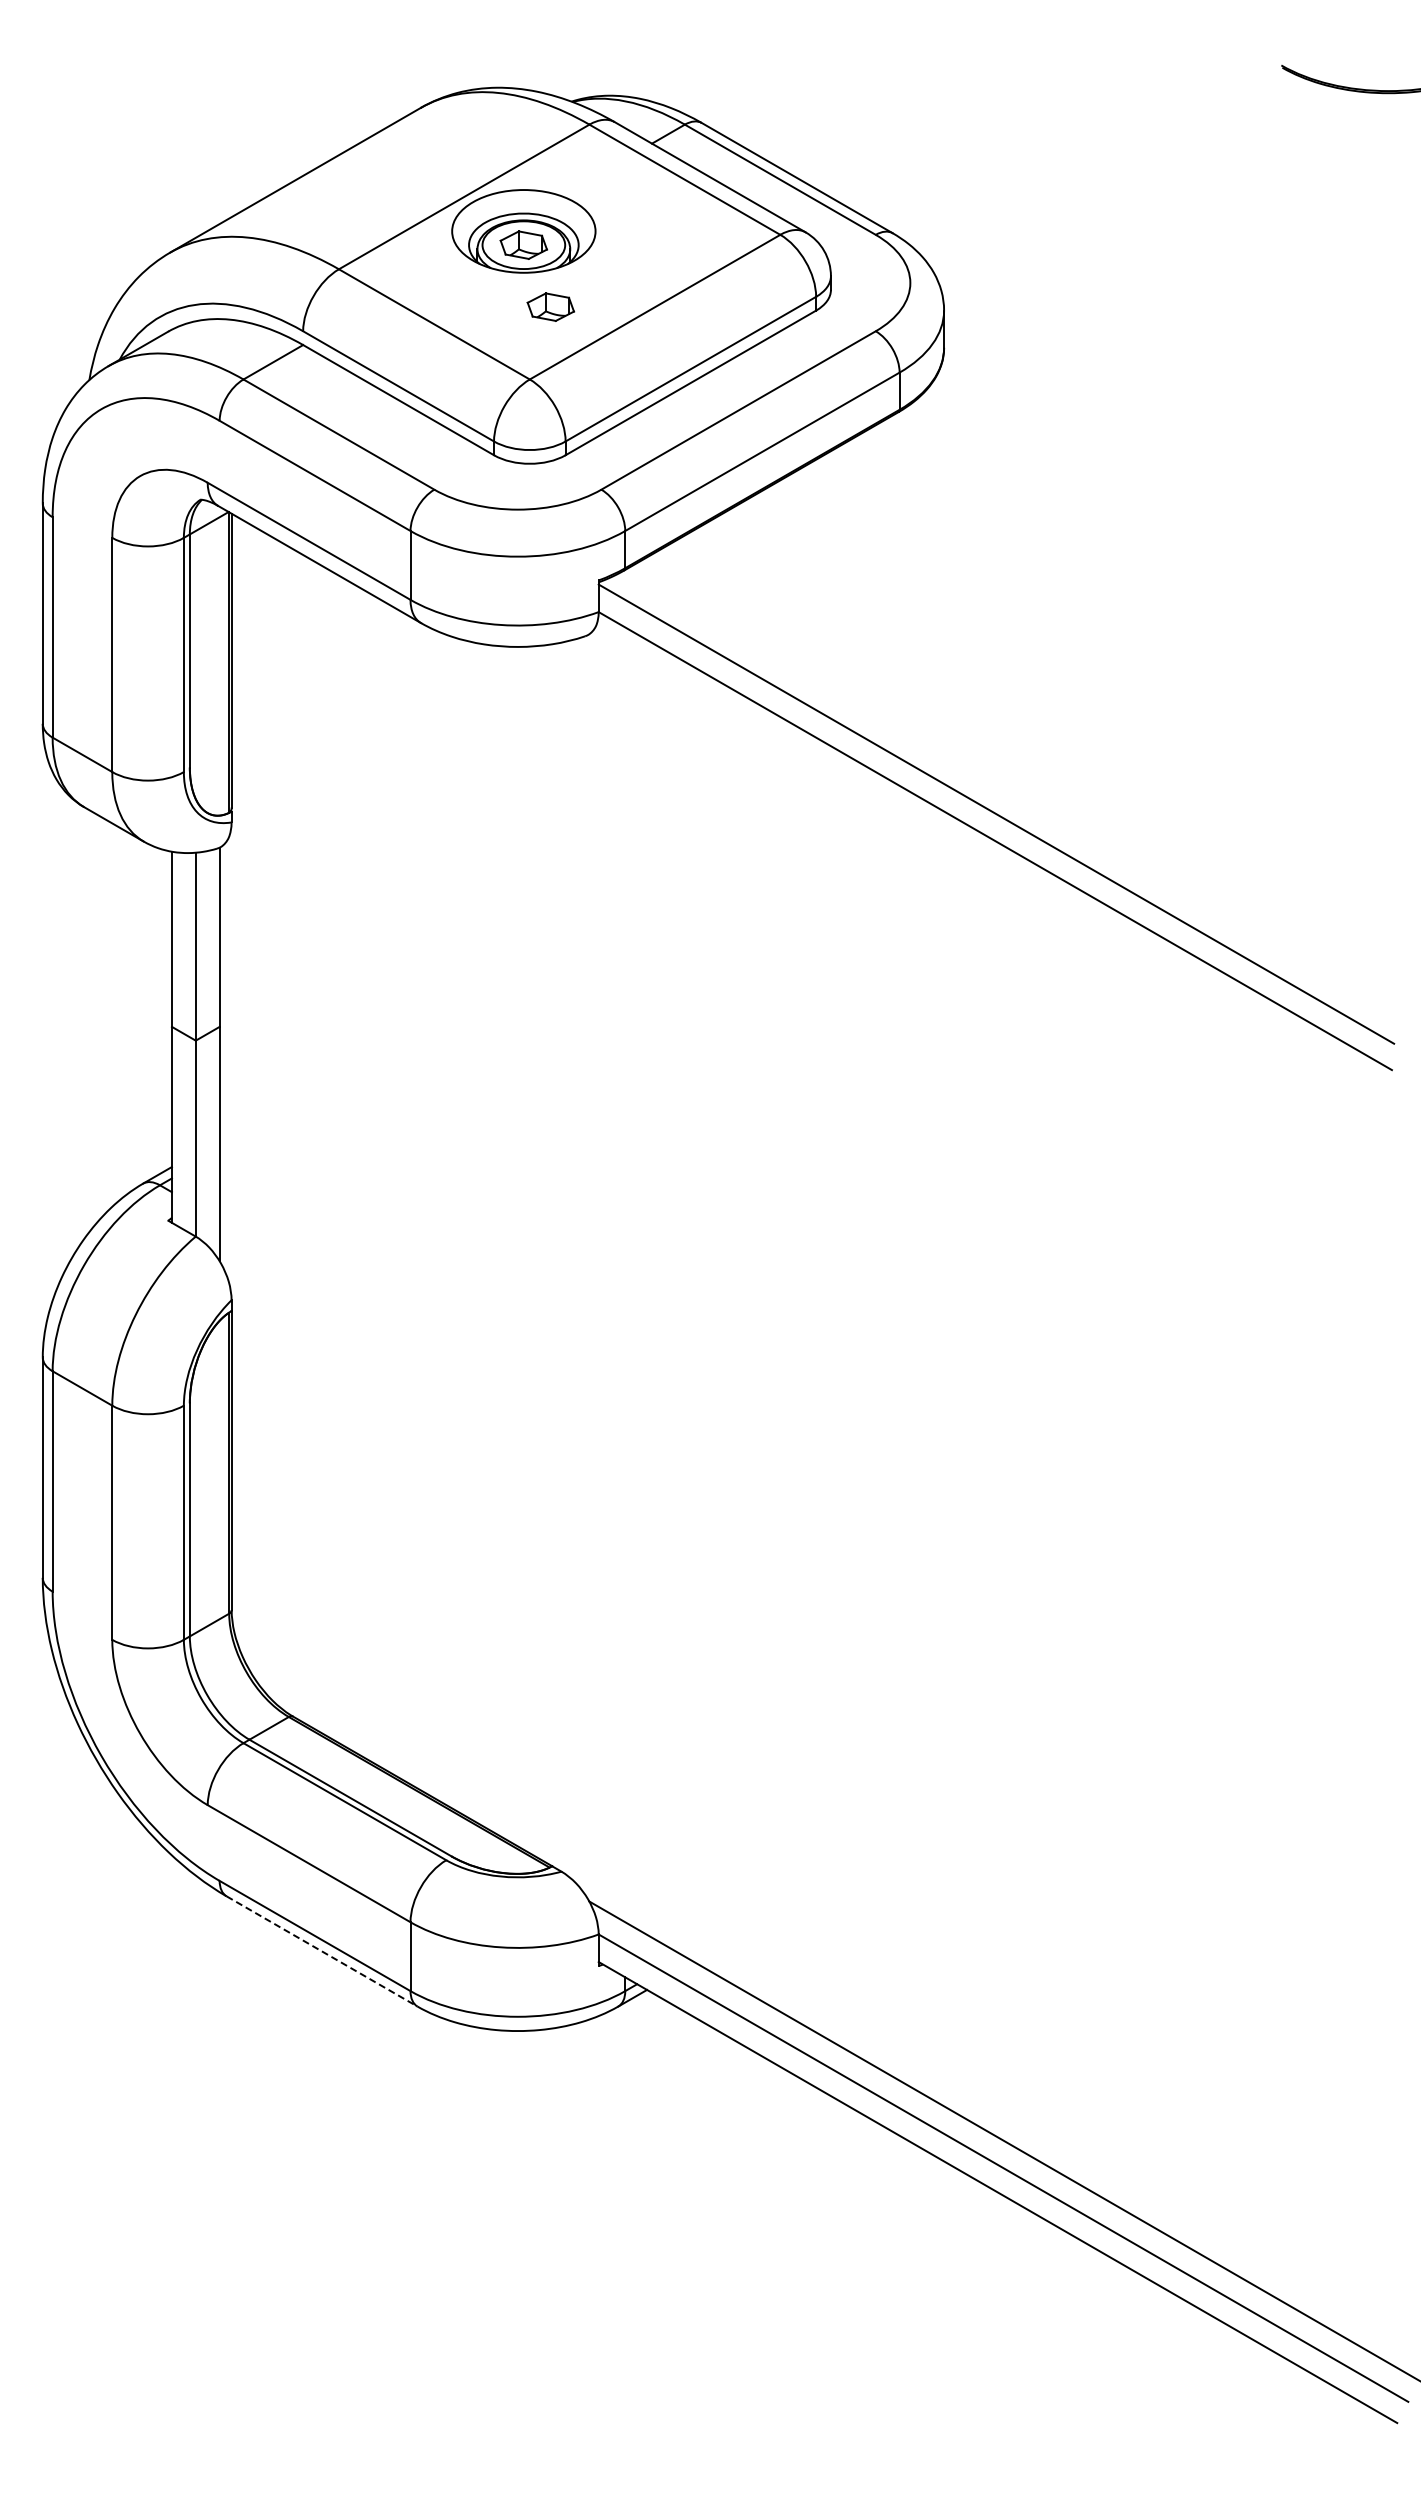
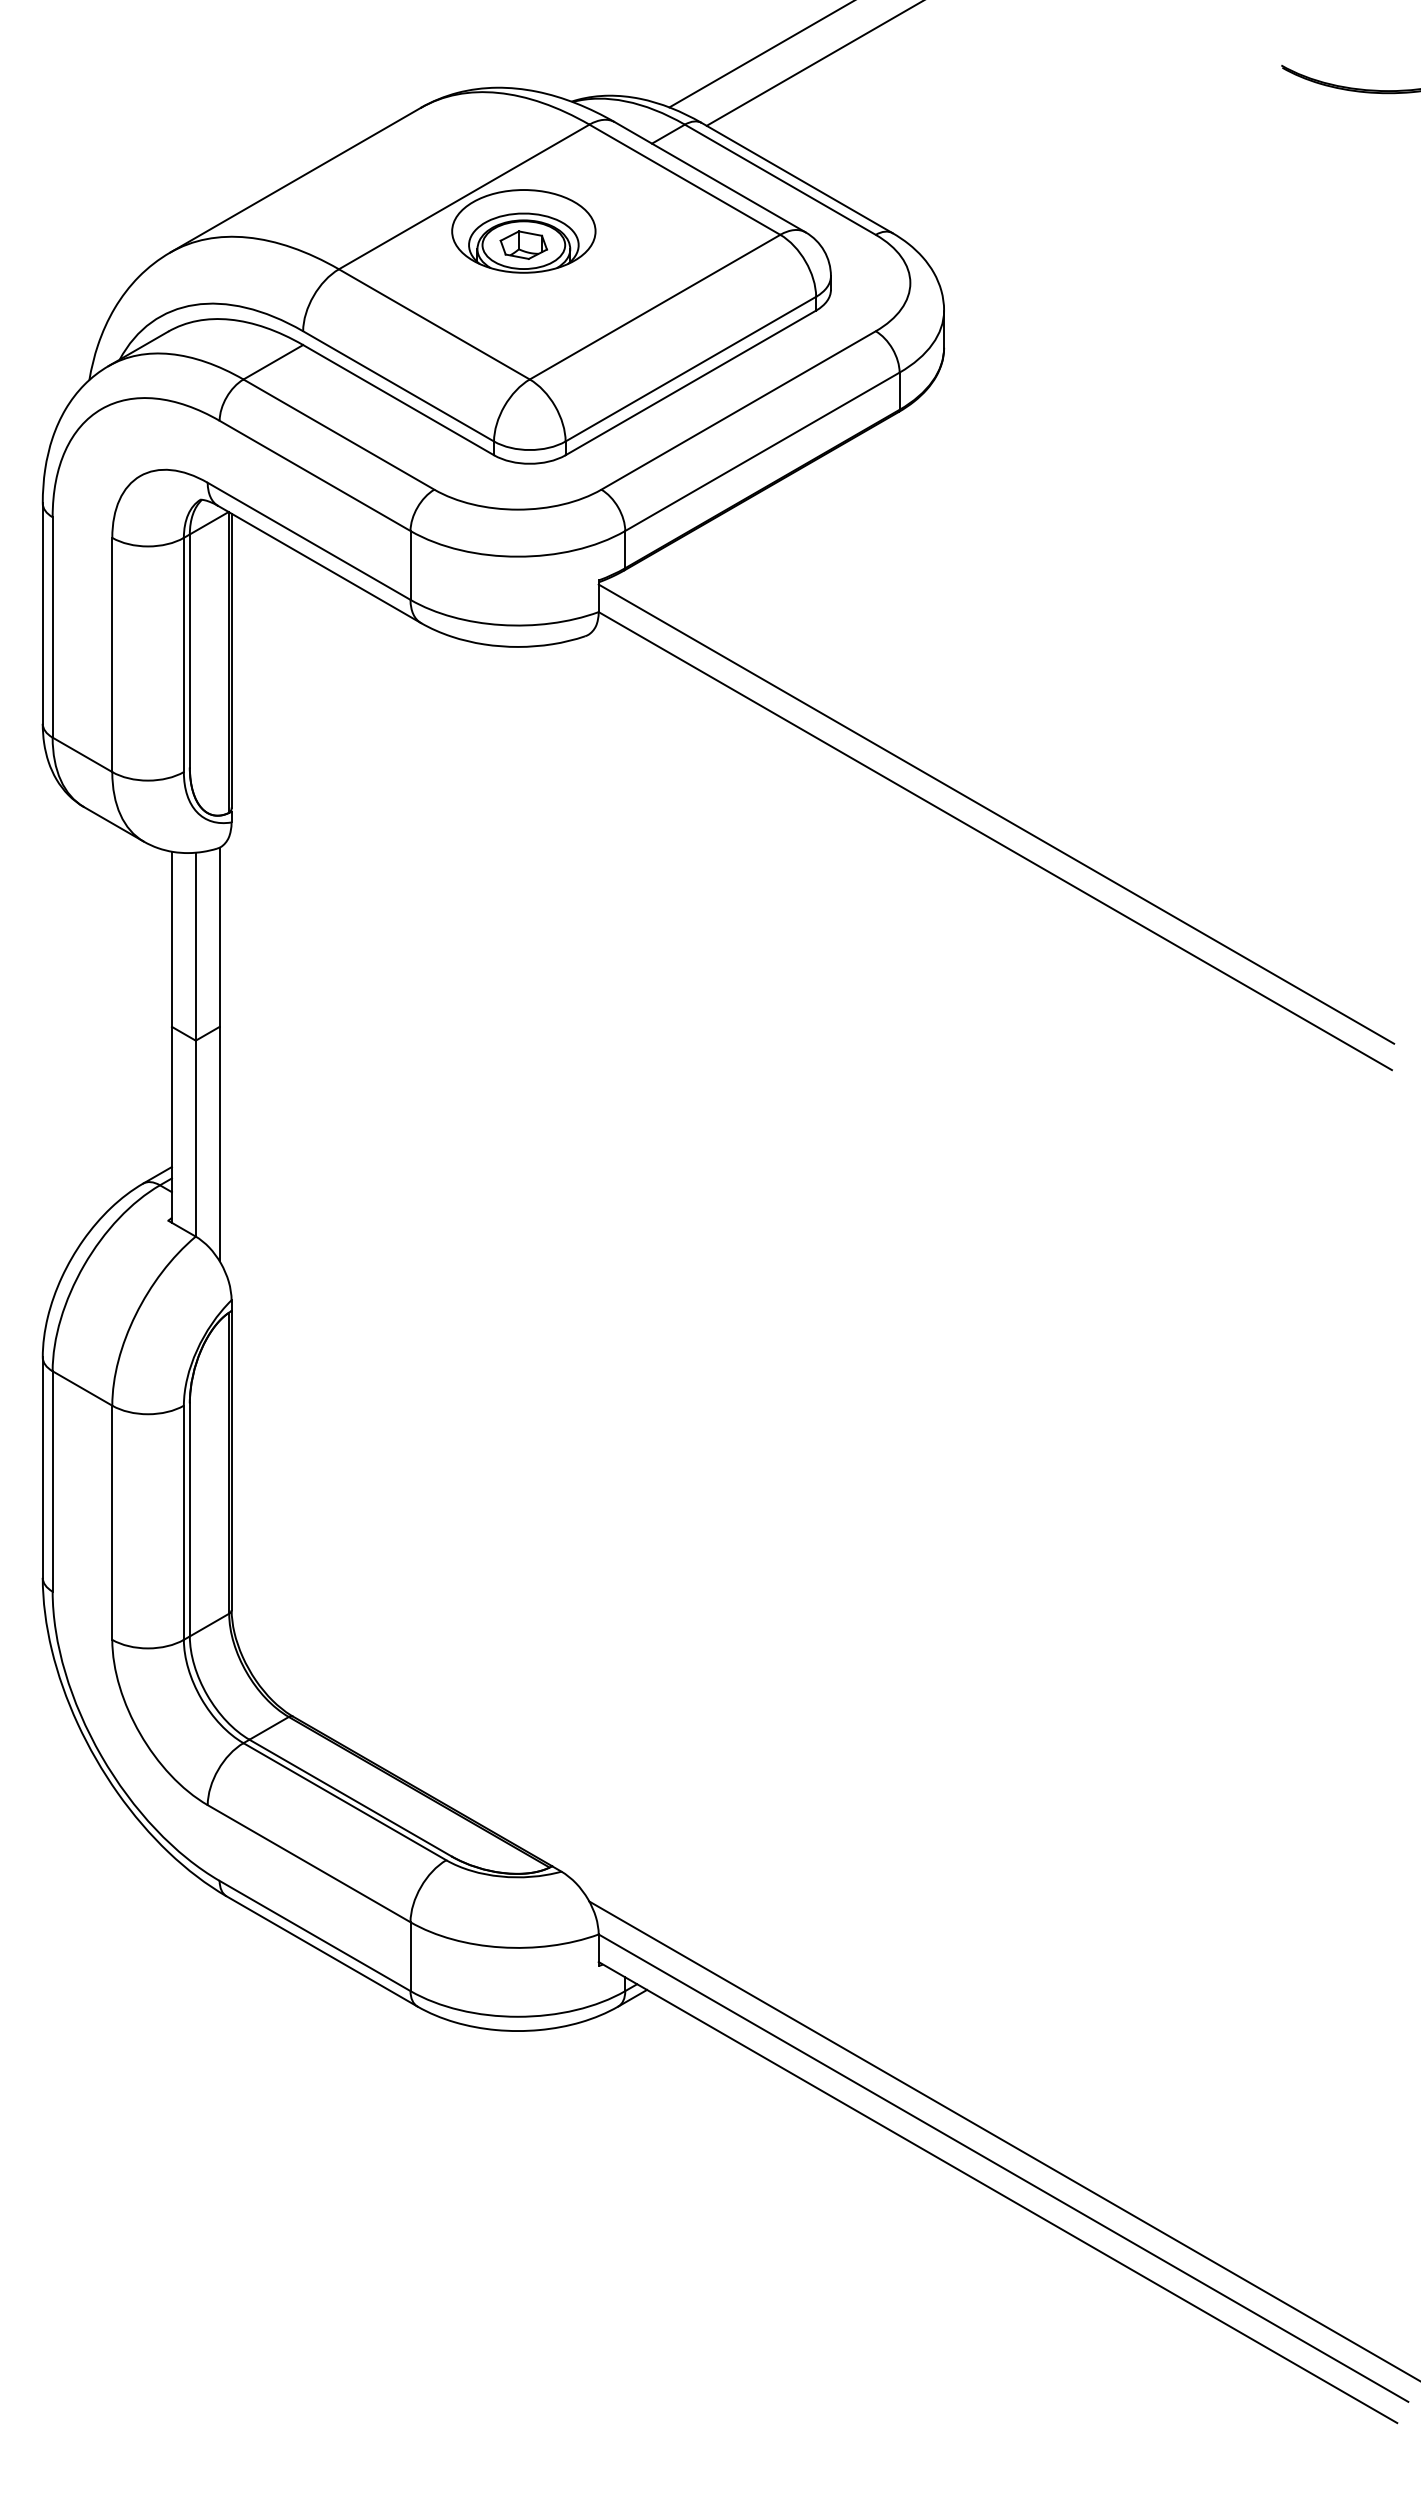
line at (760, 54): none -> present
line at (813, 63): none -> present
part at (550, 306): present -> none
line at (322, 1951): dashed -> solid
